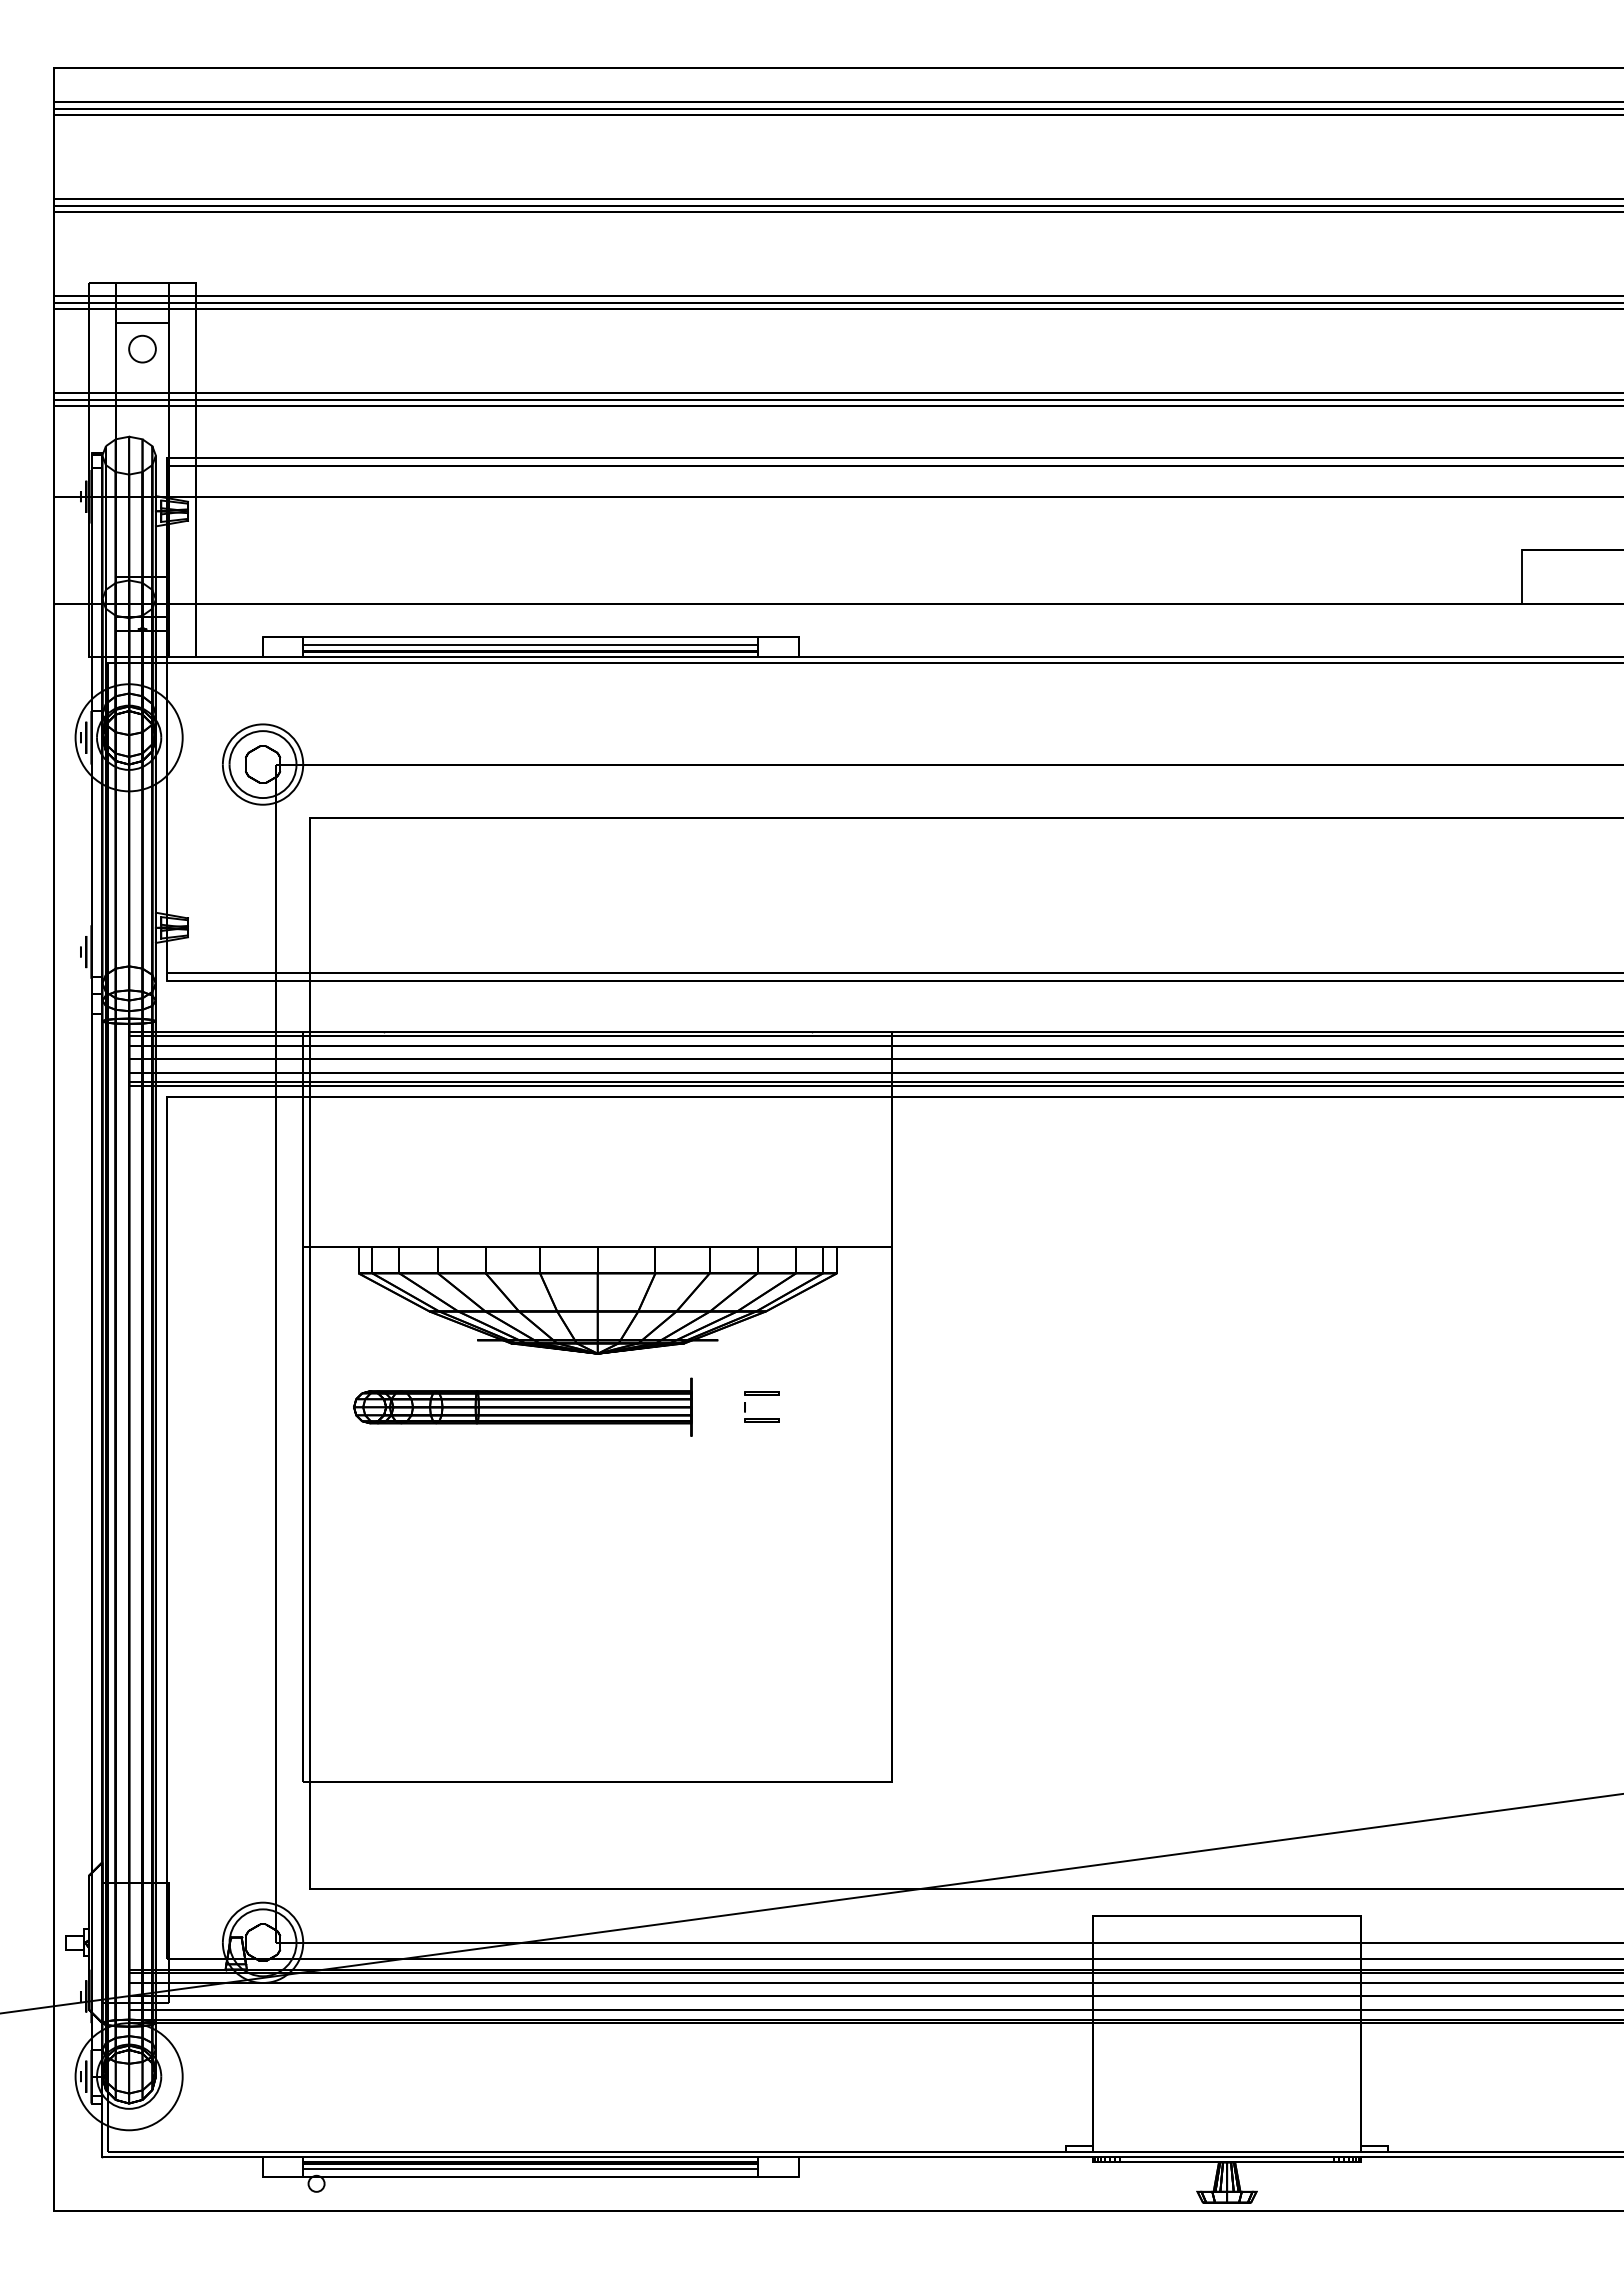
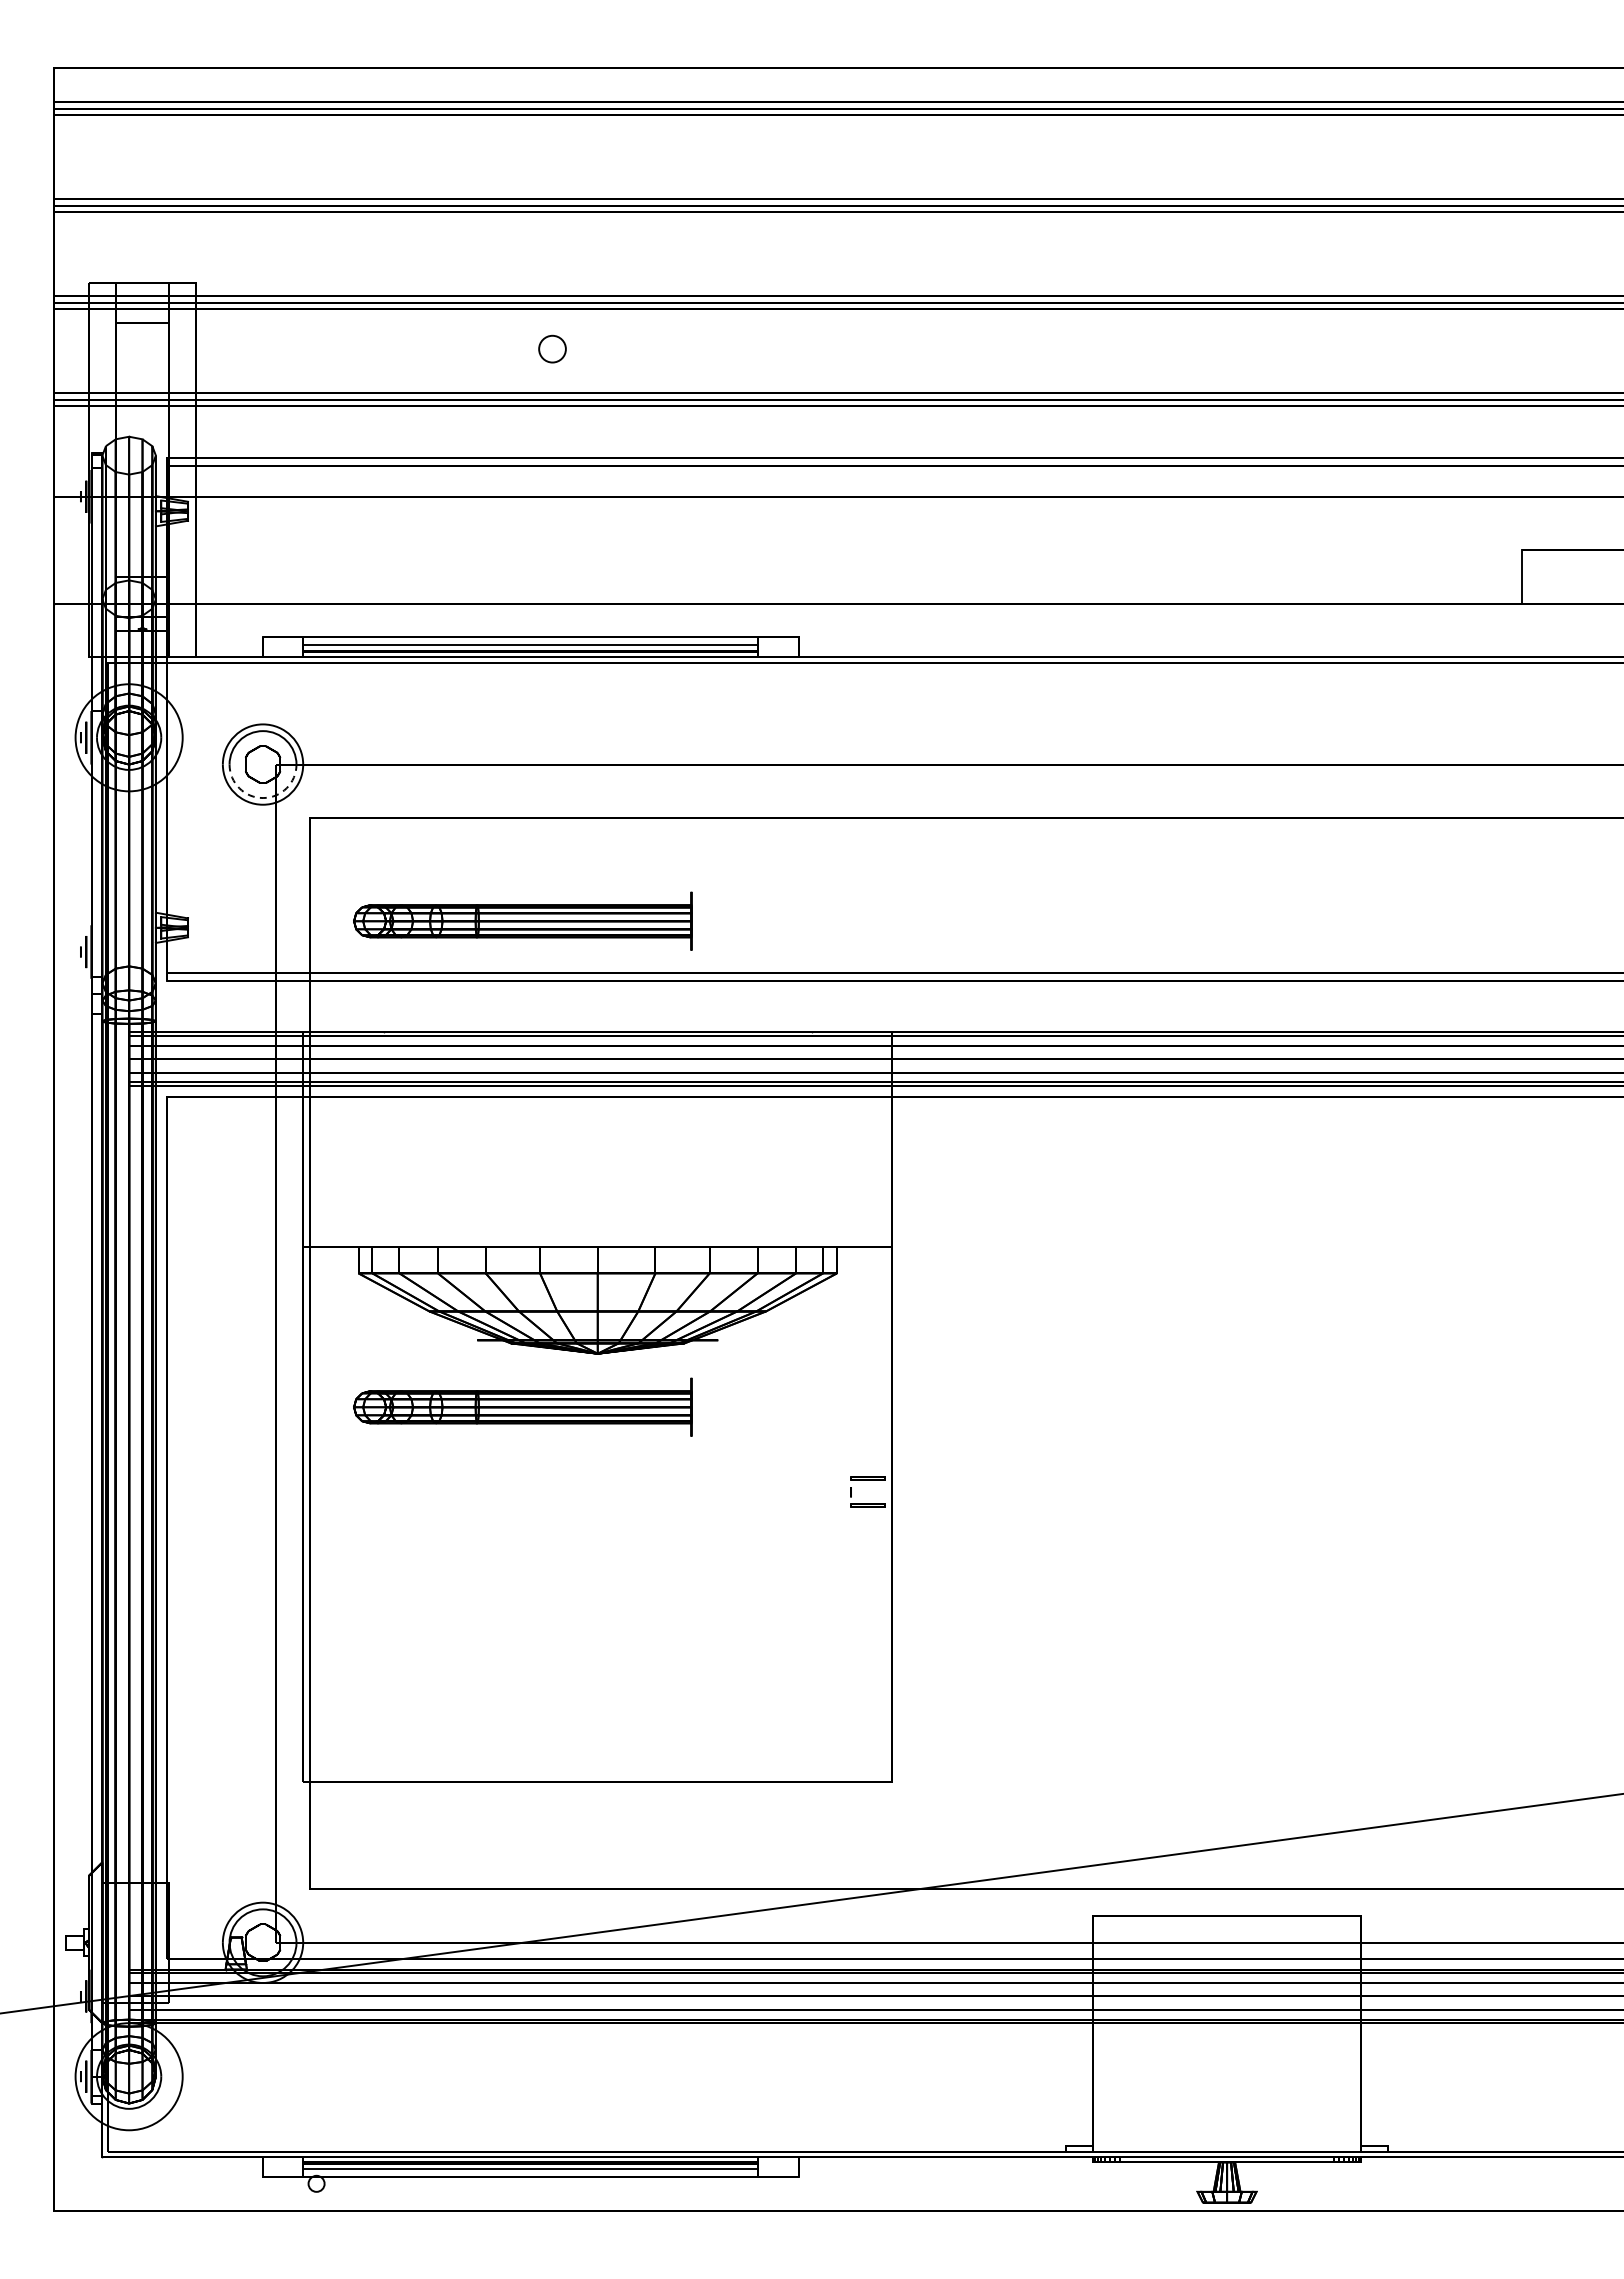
circle at (142, 348) position: (142, 348) -> (552, 348)
arc at (263, 798): solid -> dashed
part at (522, 920): none -> present
part at (761, 1395) position: (761, 1395) -> (867, 1480)
